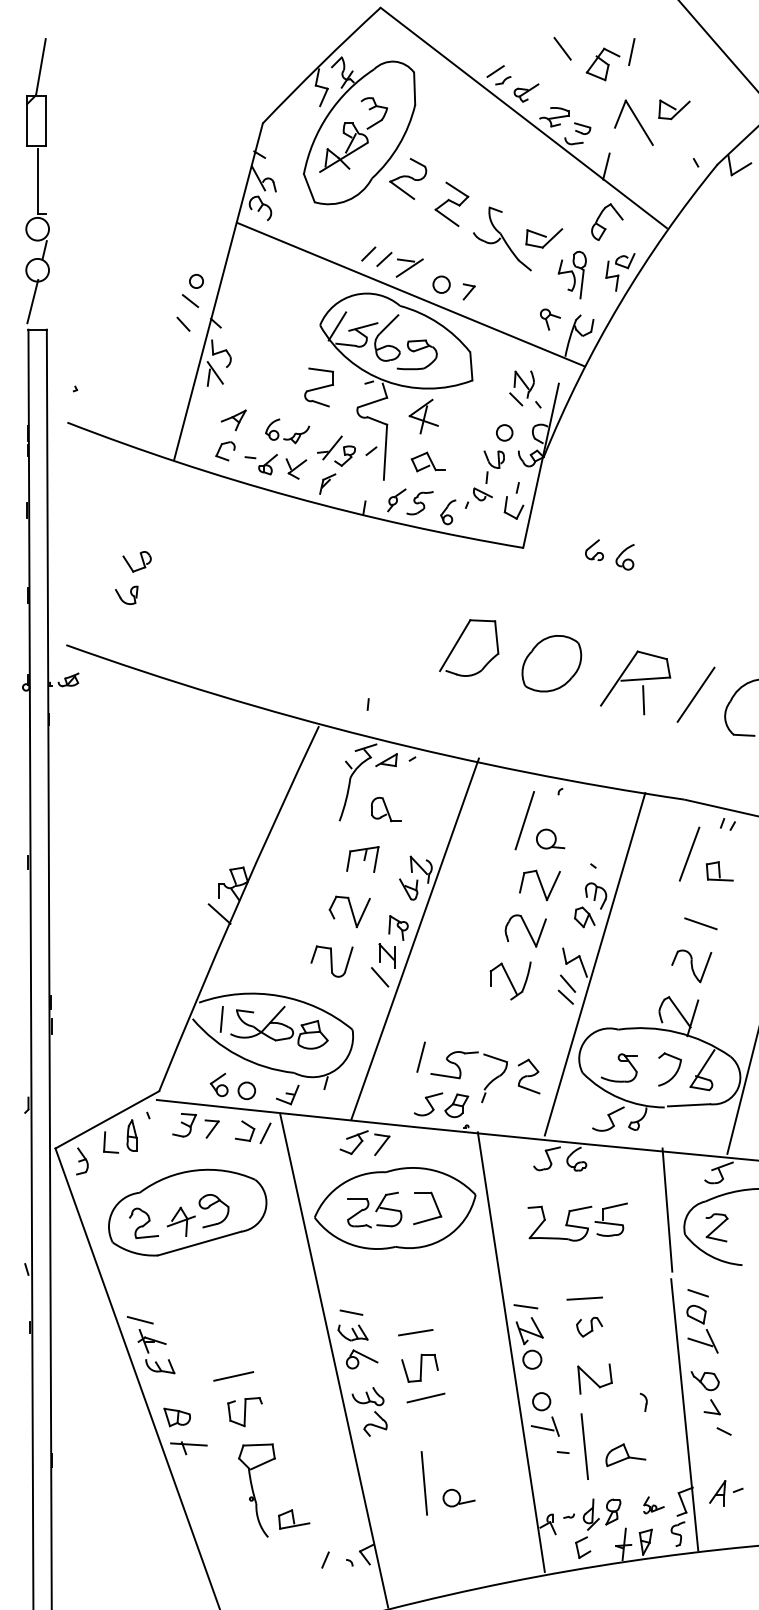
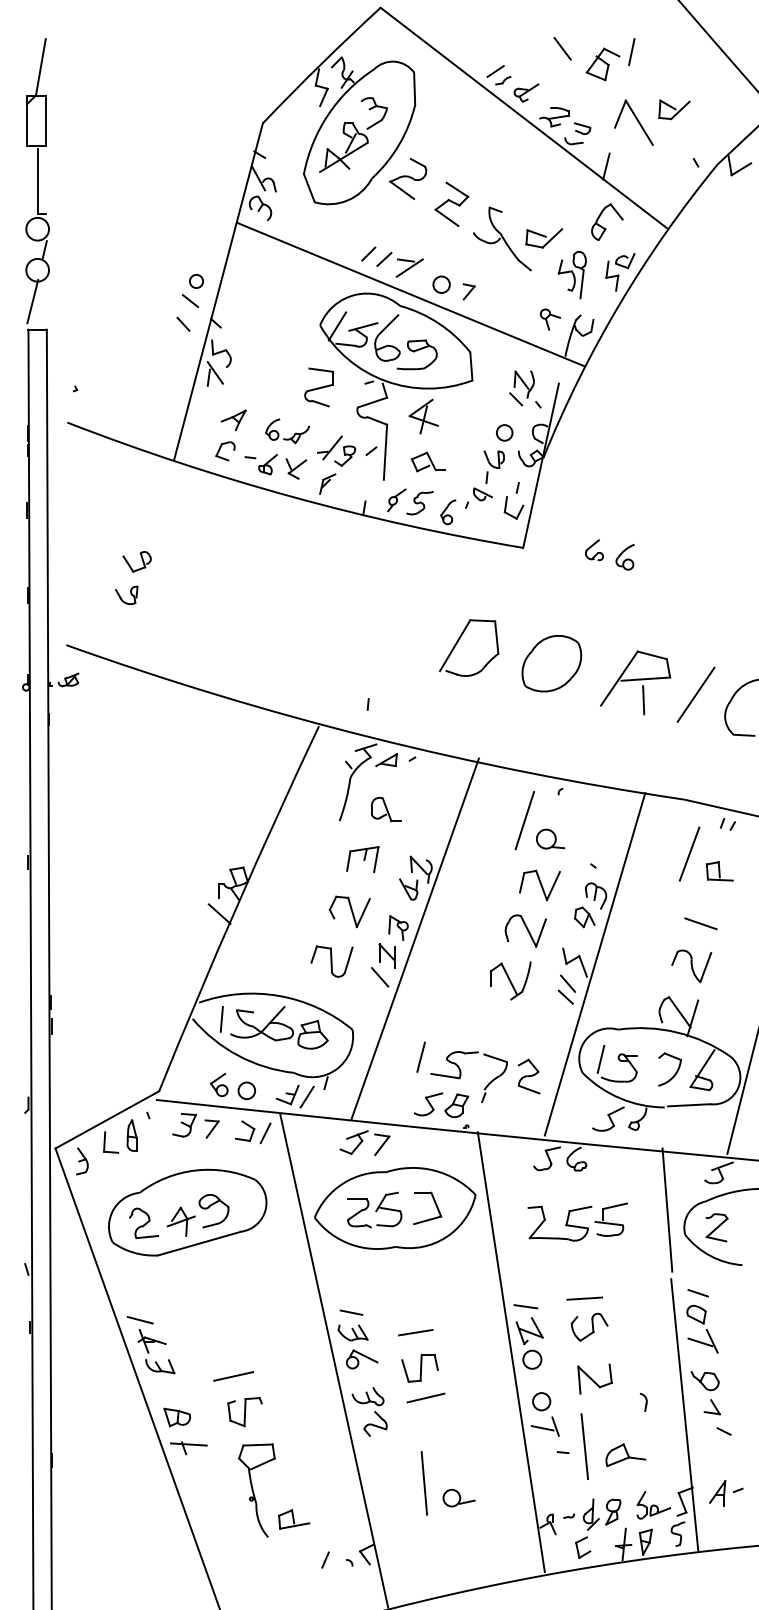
line at (600, 1058): none -> present
line at (306, 1096): none -> present
part at (589, 1326) size: 28x22 px -> 39x30 px
part at (653, 1505) size: 22x19 px -> 36x29 px
